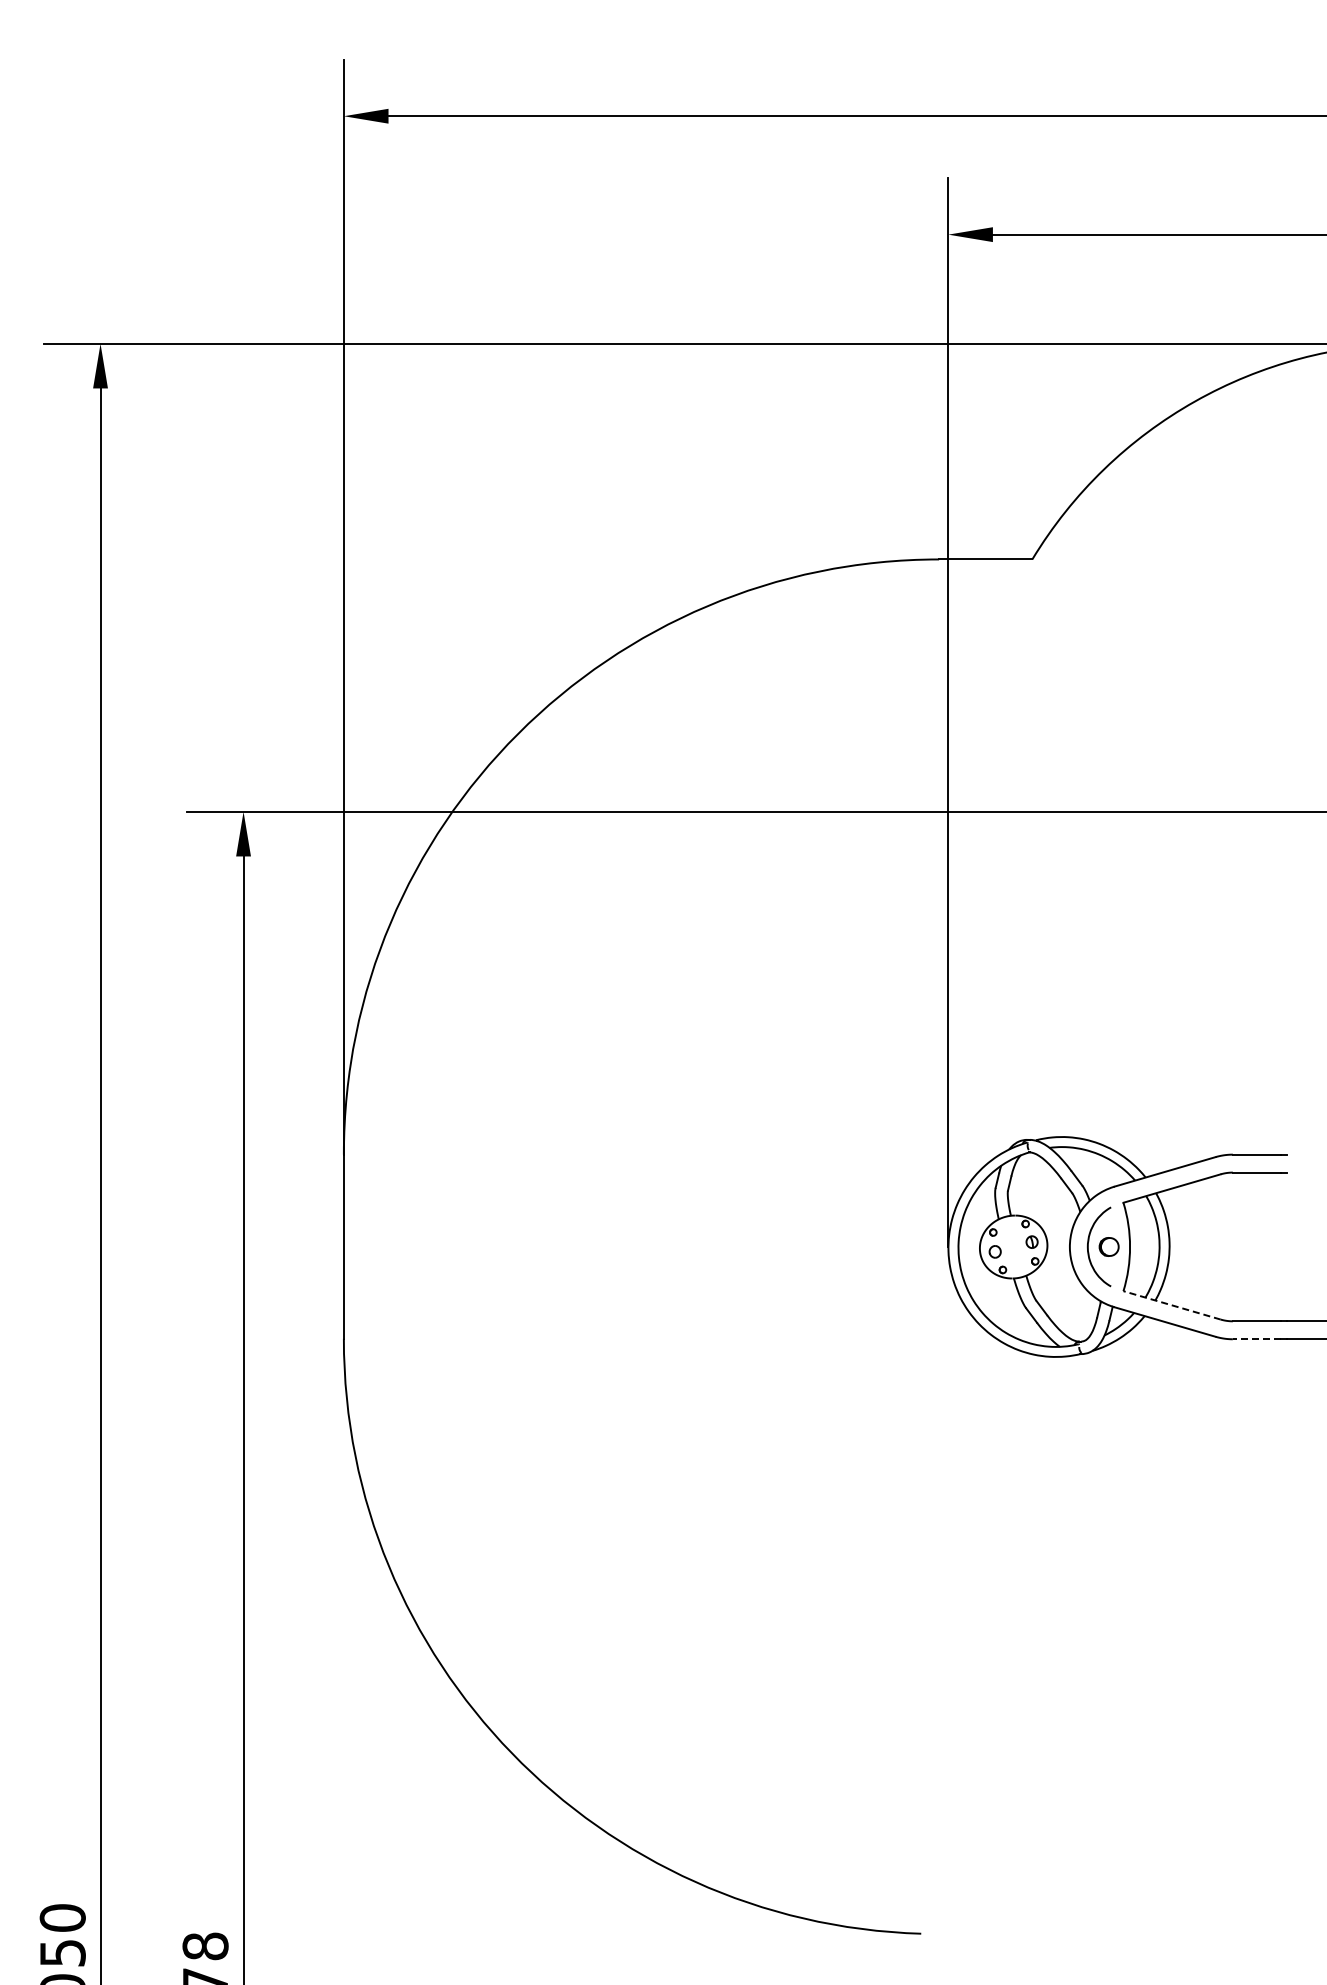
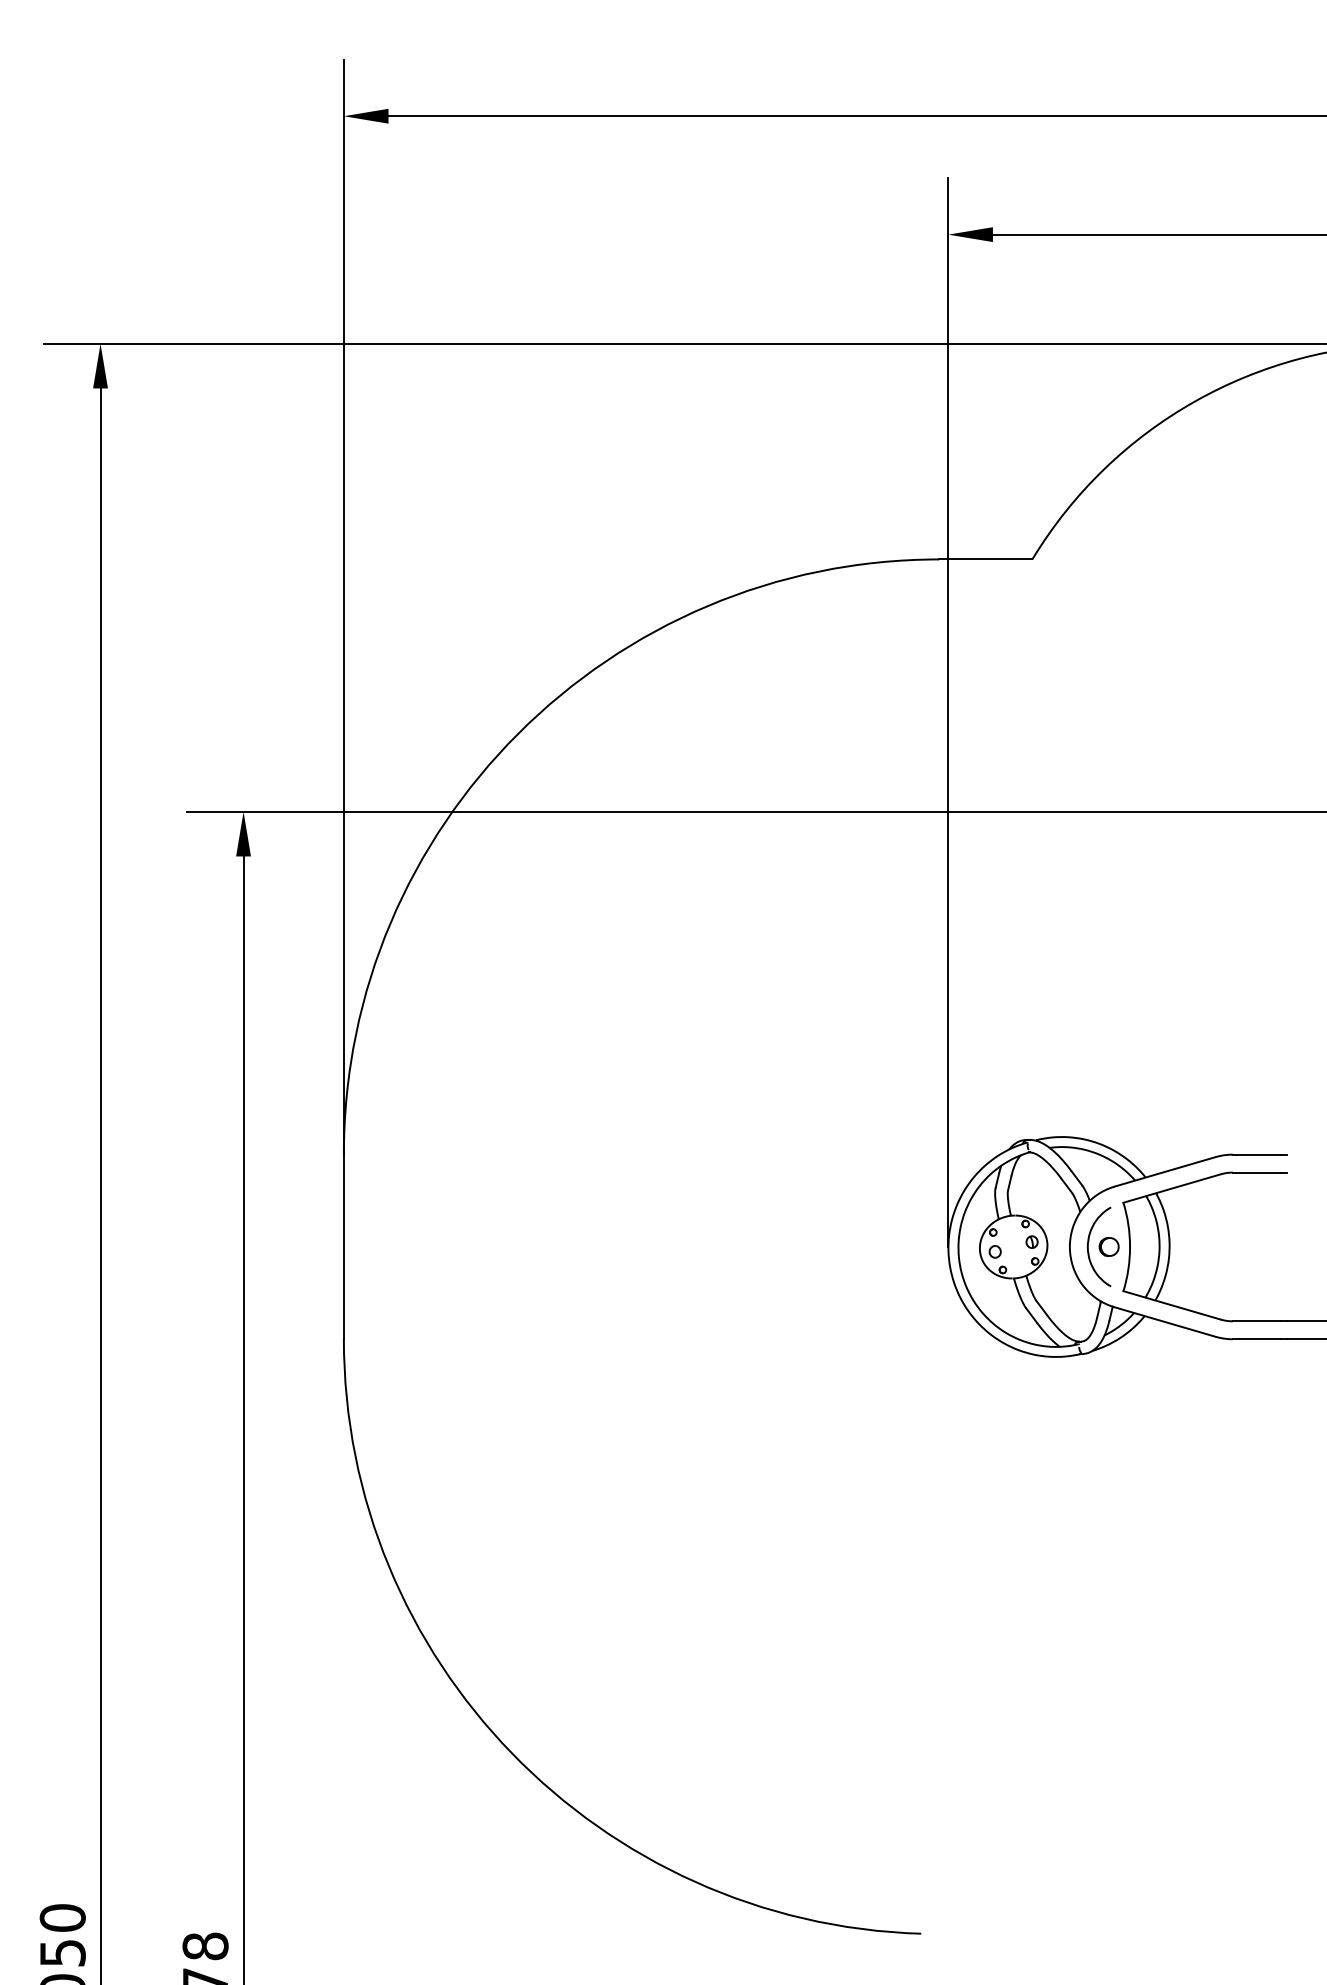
line at (1172, 1305): dashed -> solid
line at (1256, 1339): dashed -> solid
